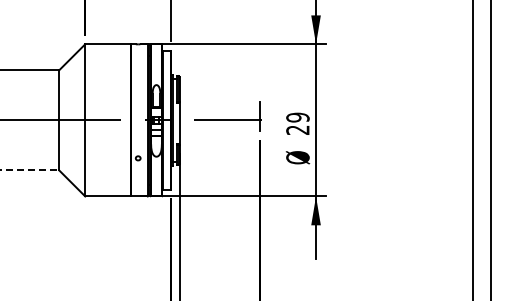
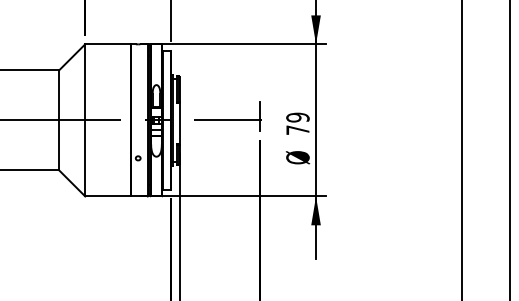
text at (297, 129): 29 -> 79
line at (472, 149) position: (472, 149) -> (509, 149)
line at (490, 149) position: (490, 149) -> (461, 149)
line at (30, 170): dashed -> solid
